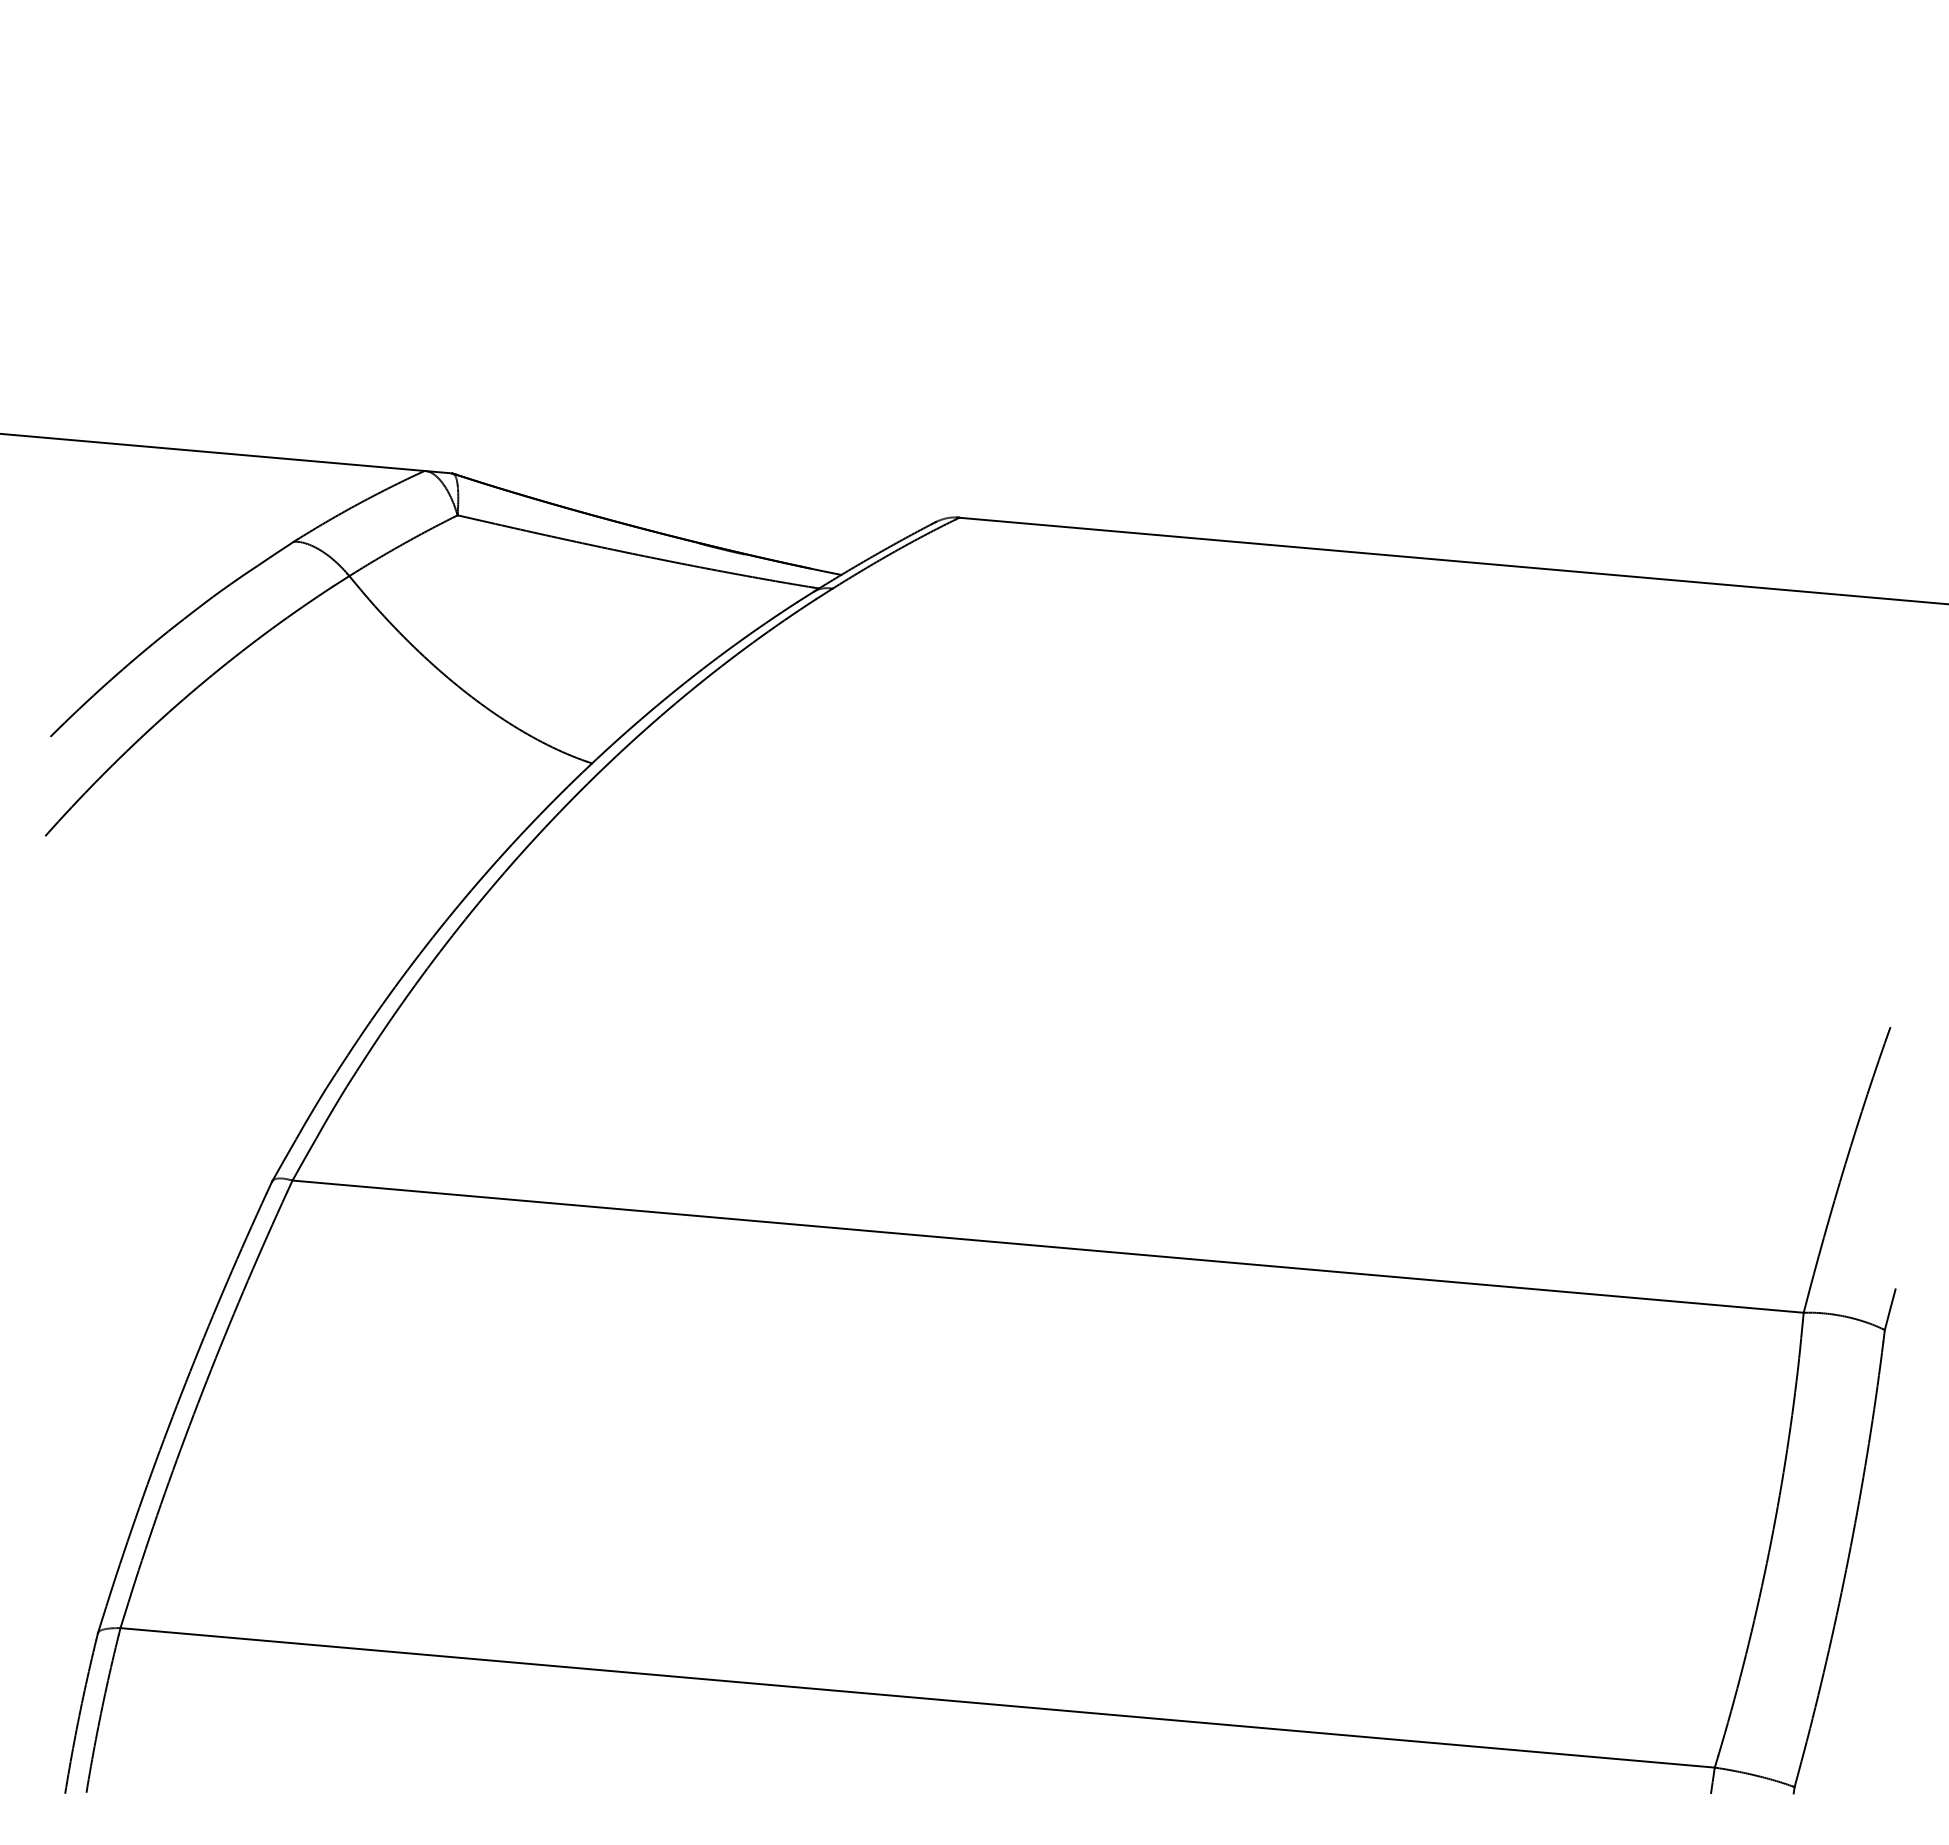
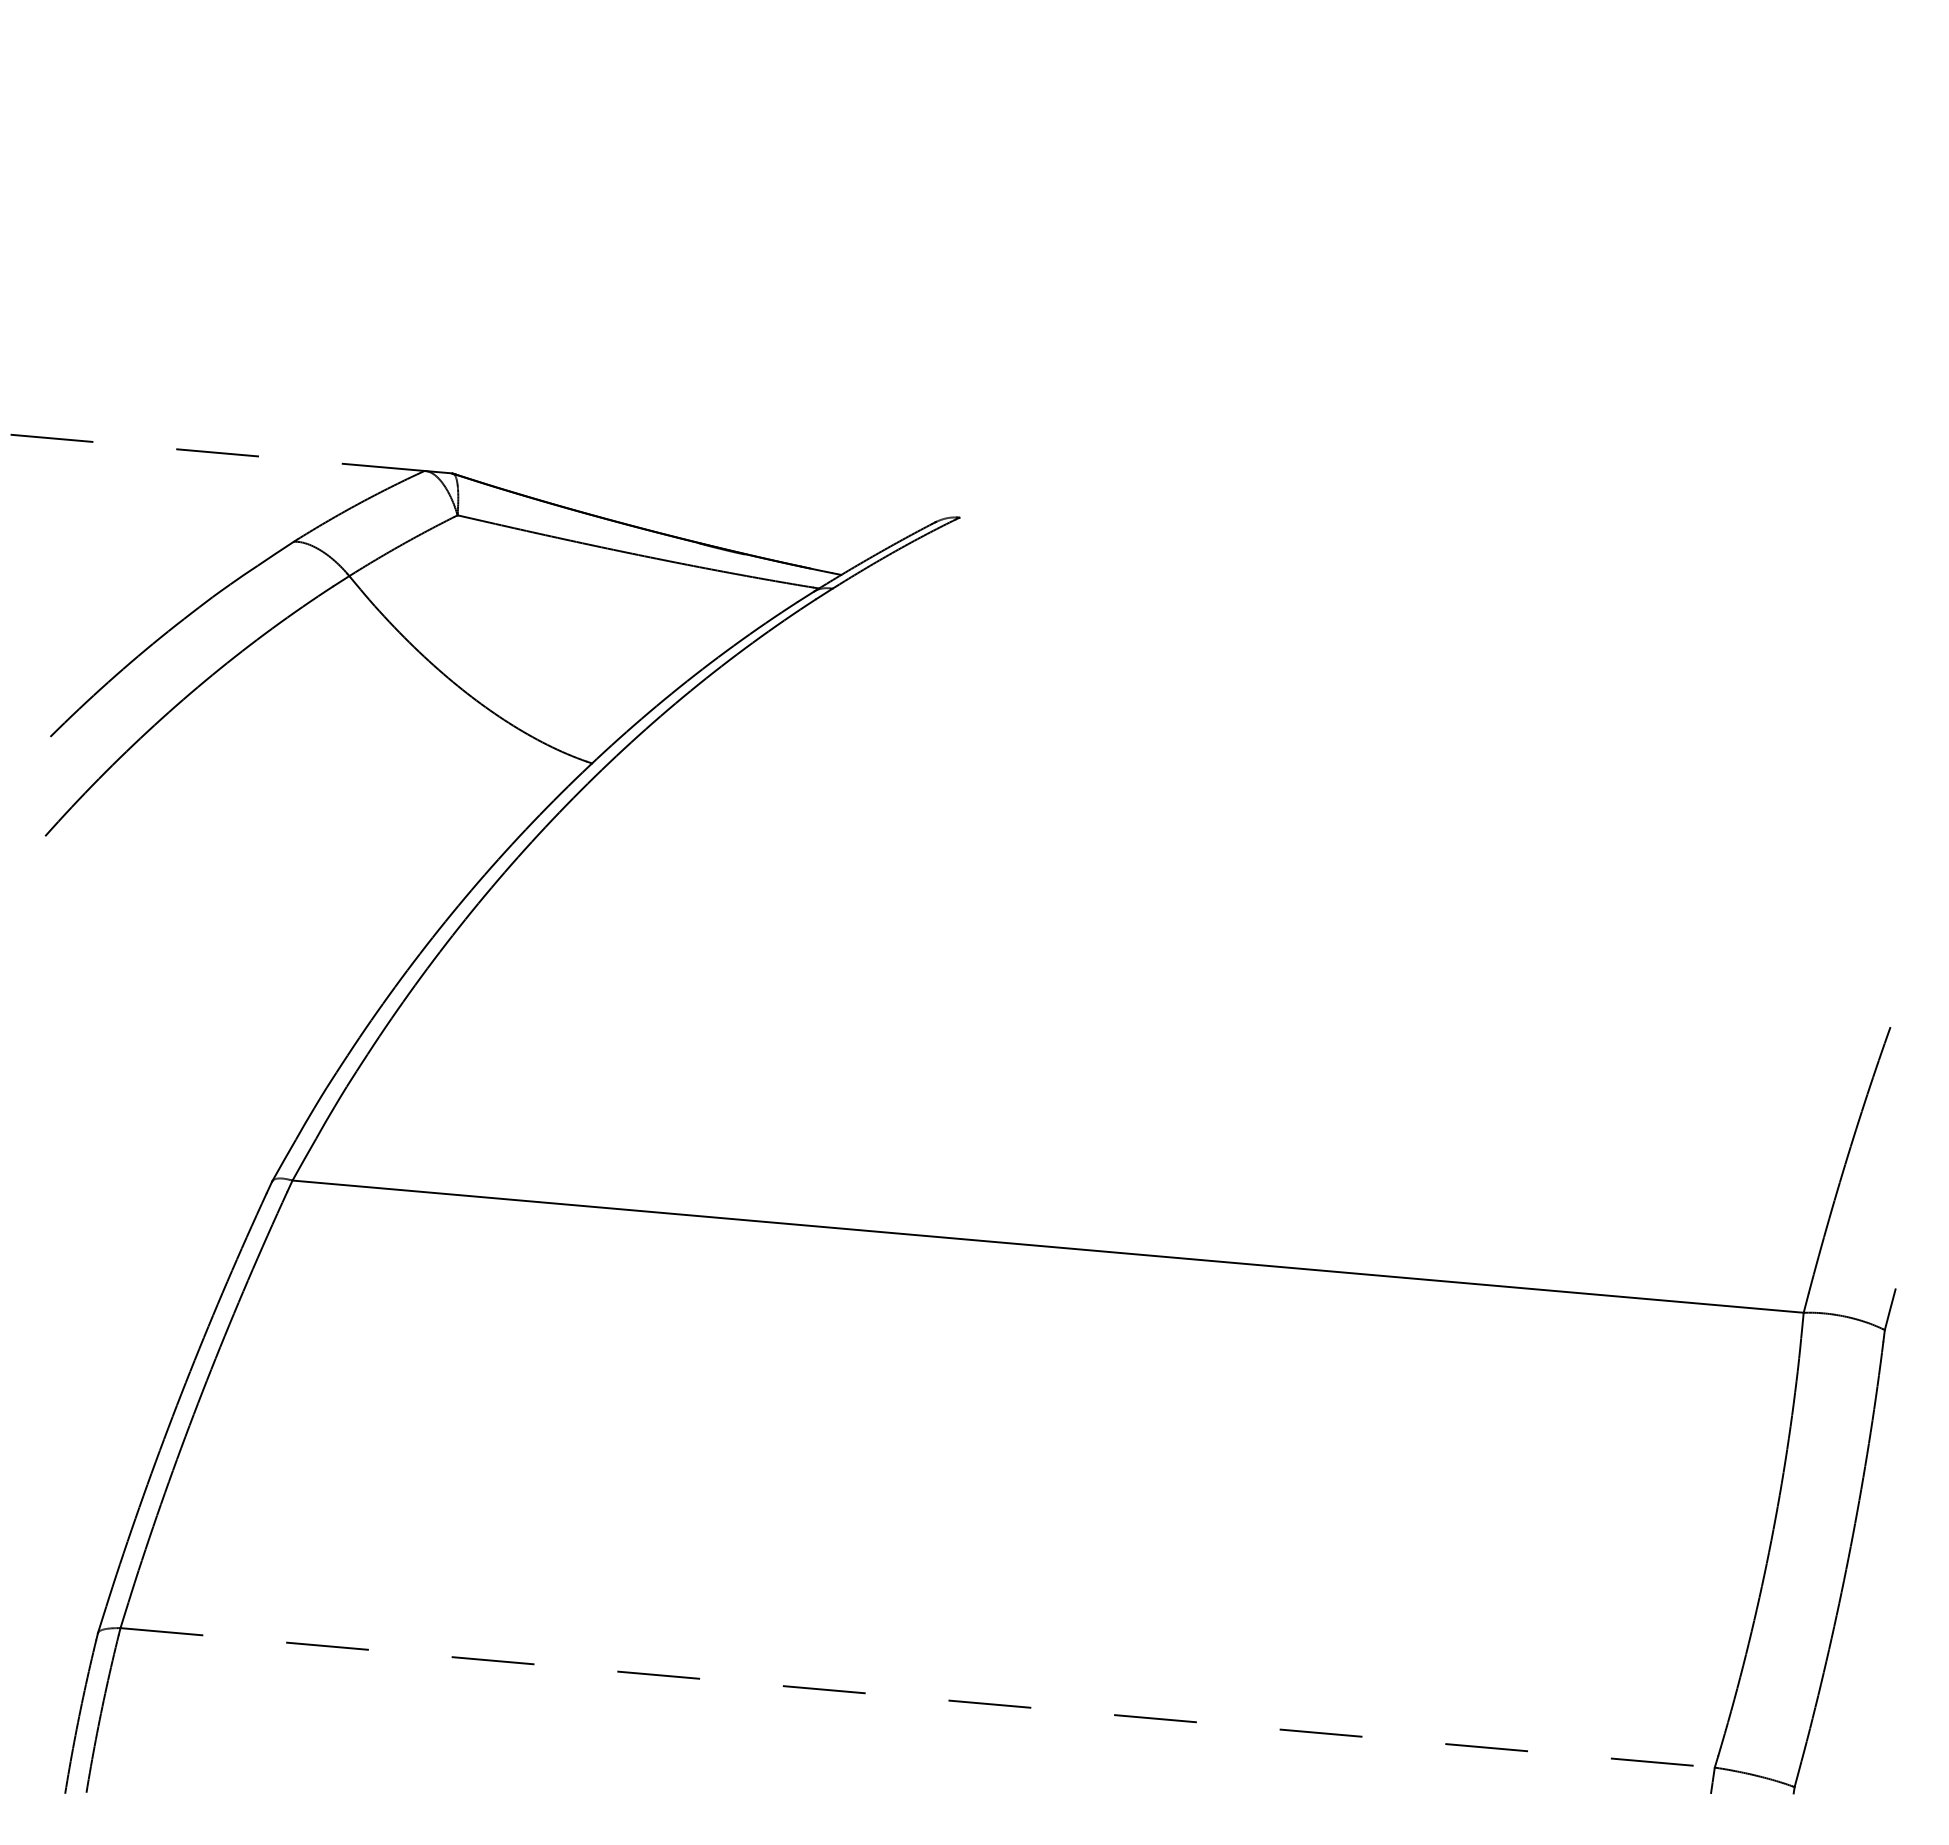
line at (211, 452): solid -> dashed
line at (1452, 560): present -> none
line at (918, 1697): solid -> dashed
